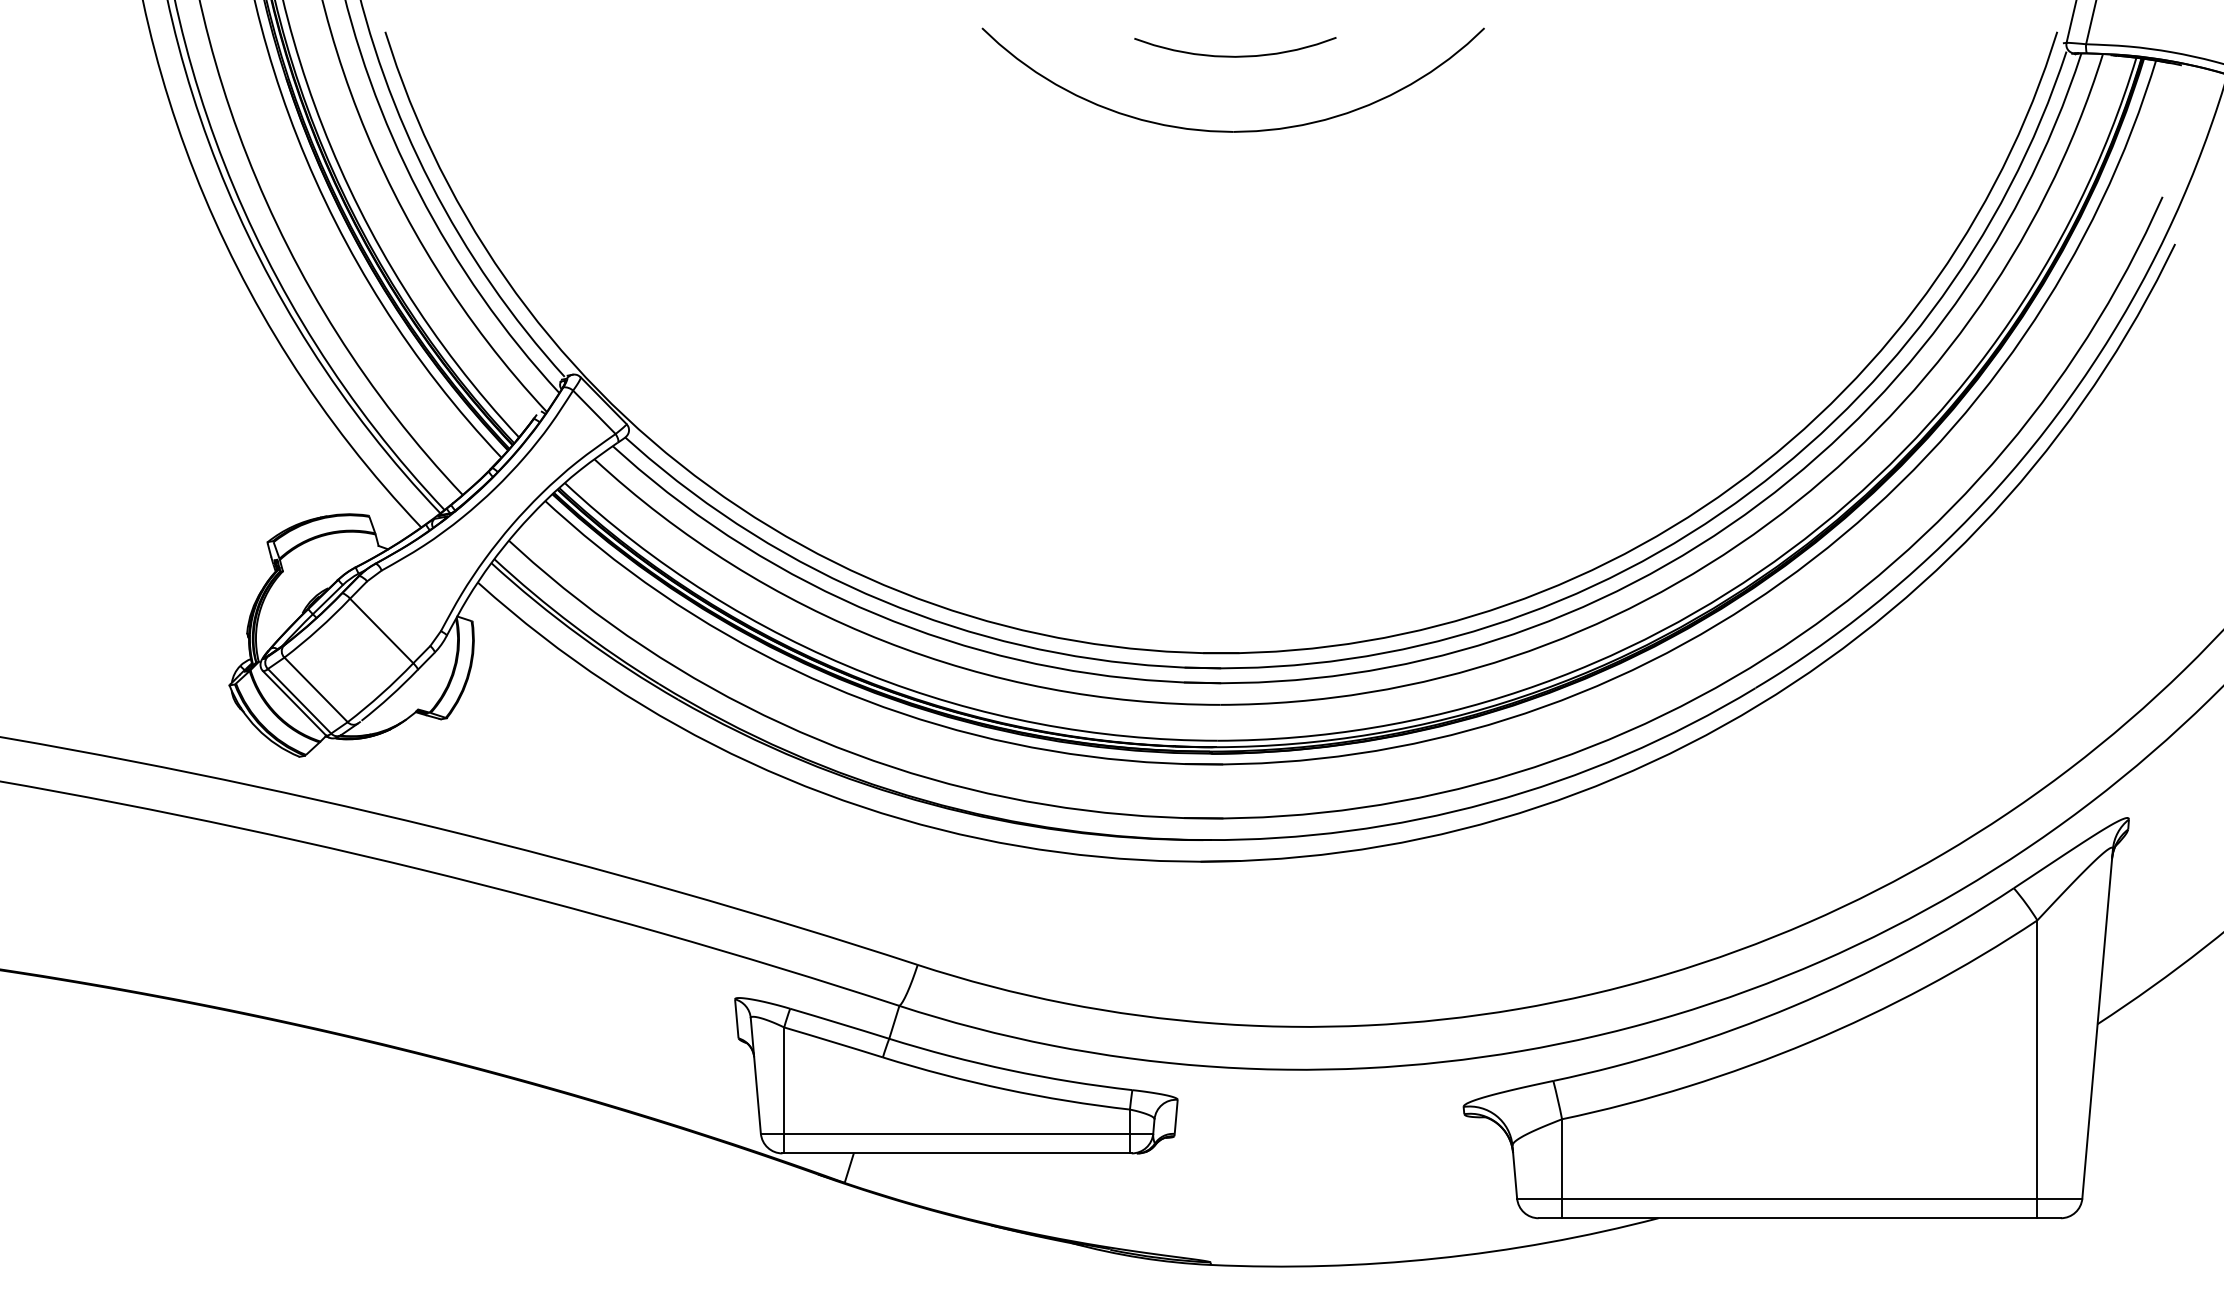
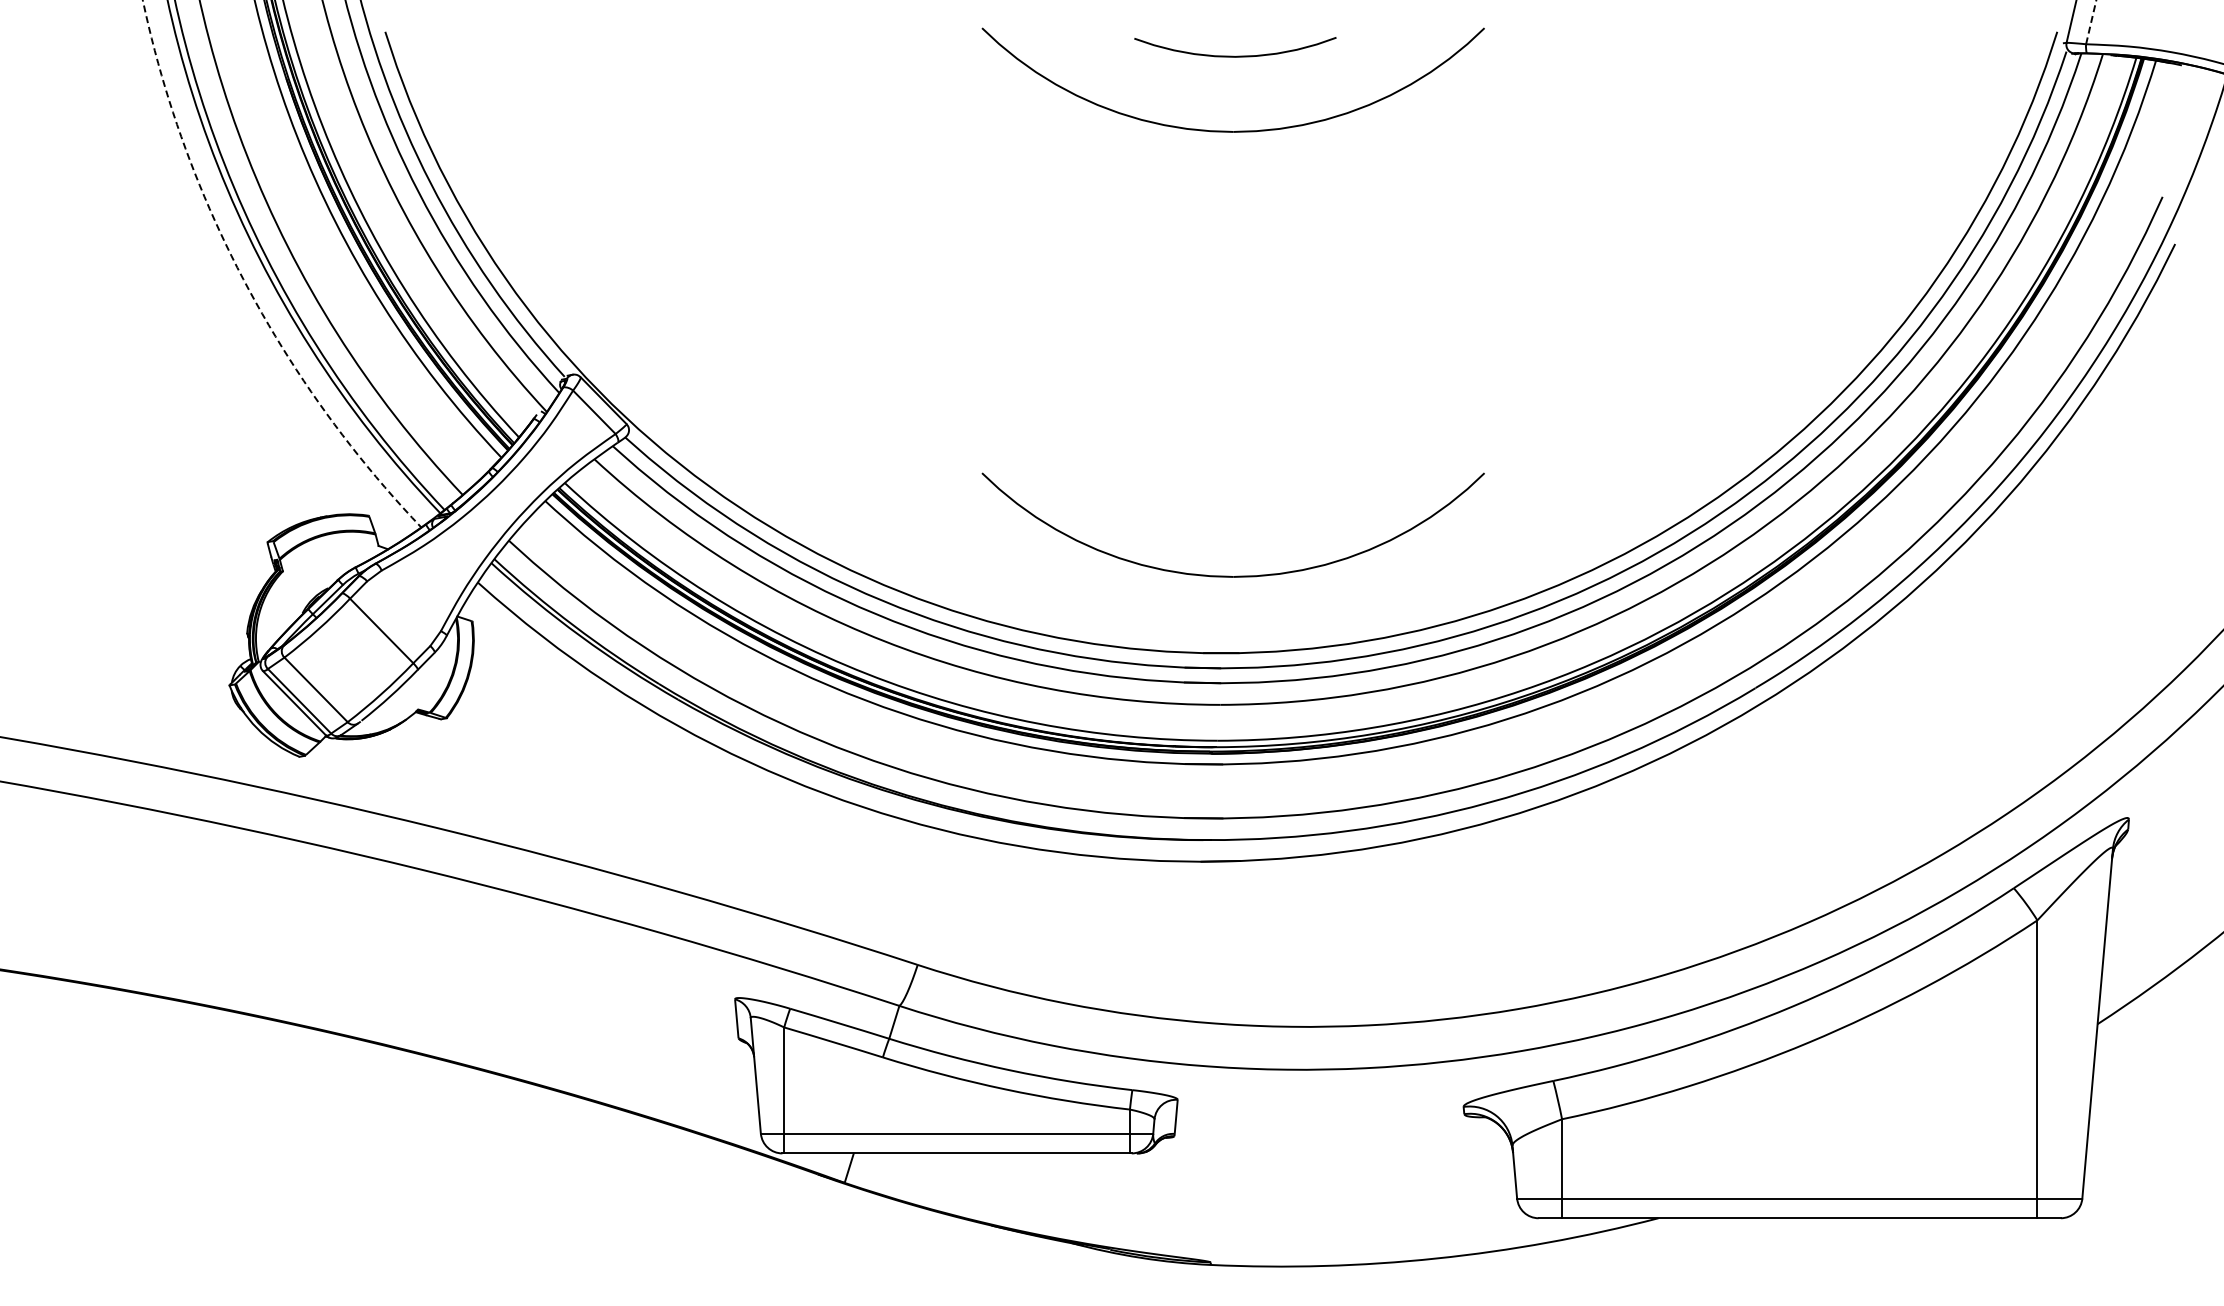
line at (2091, 22): solid -> dashed
arc at (245, 283): solid -> dashed
part at (1229, 575): none -> present
